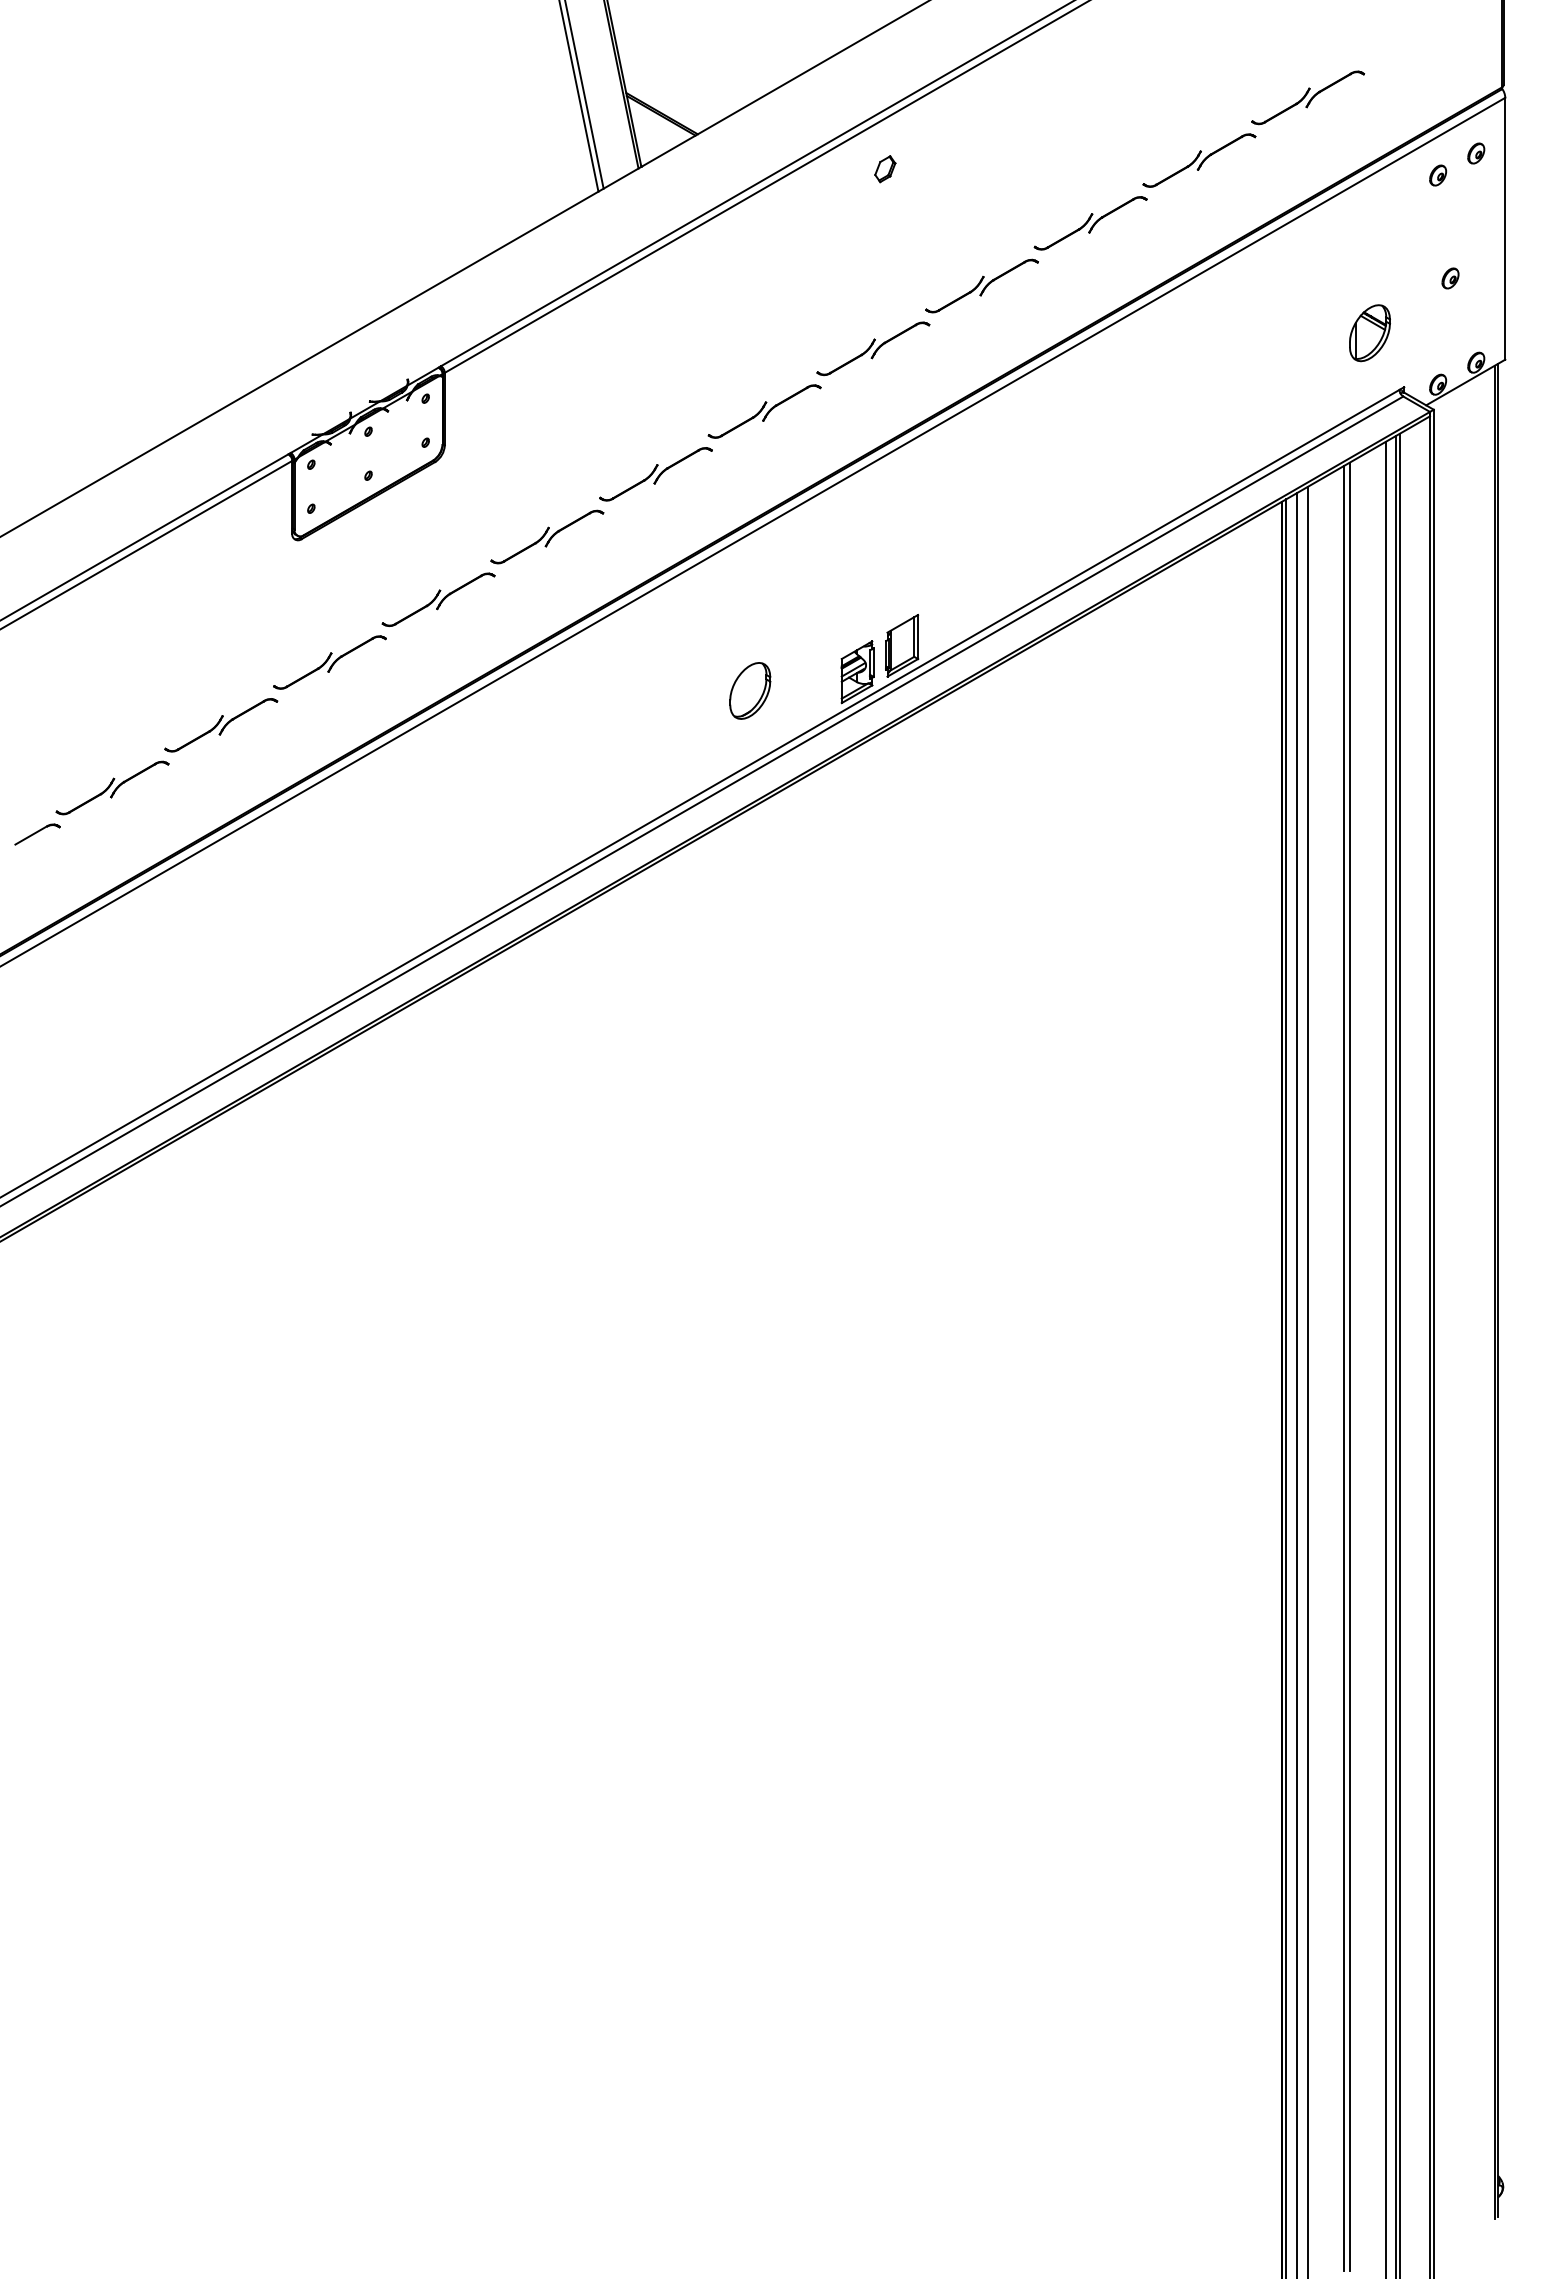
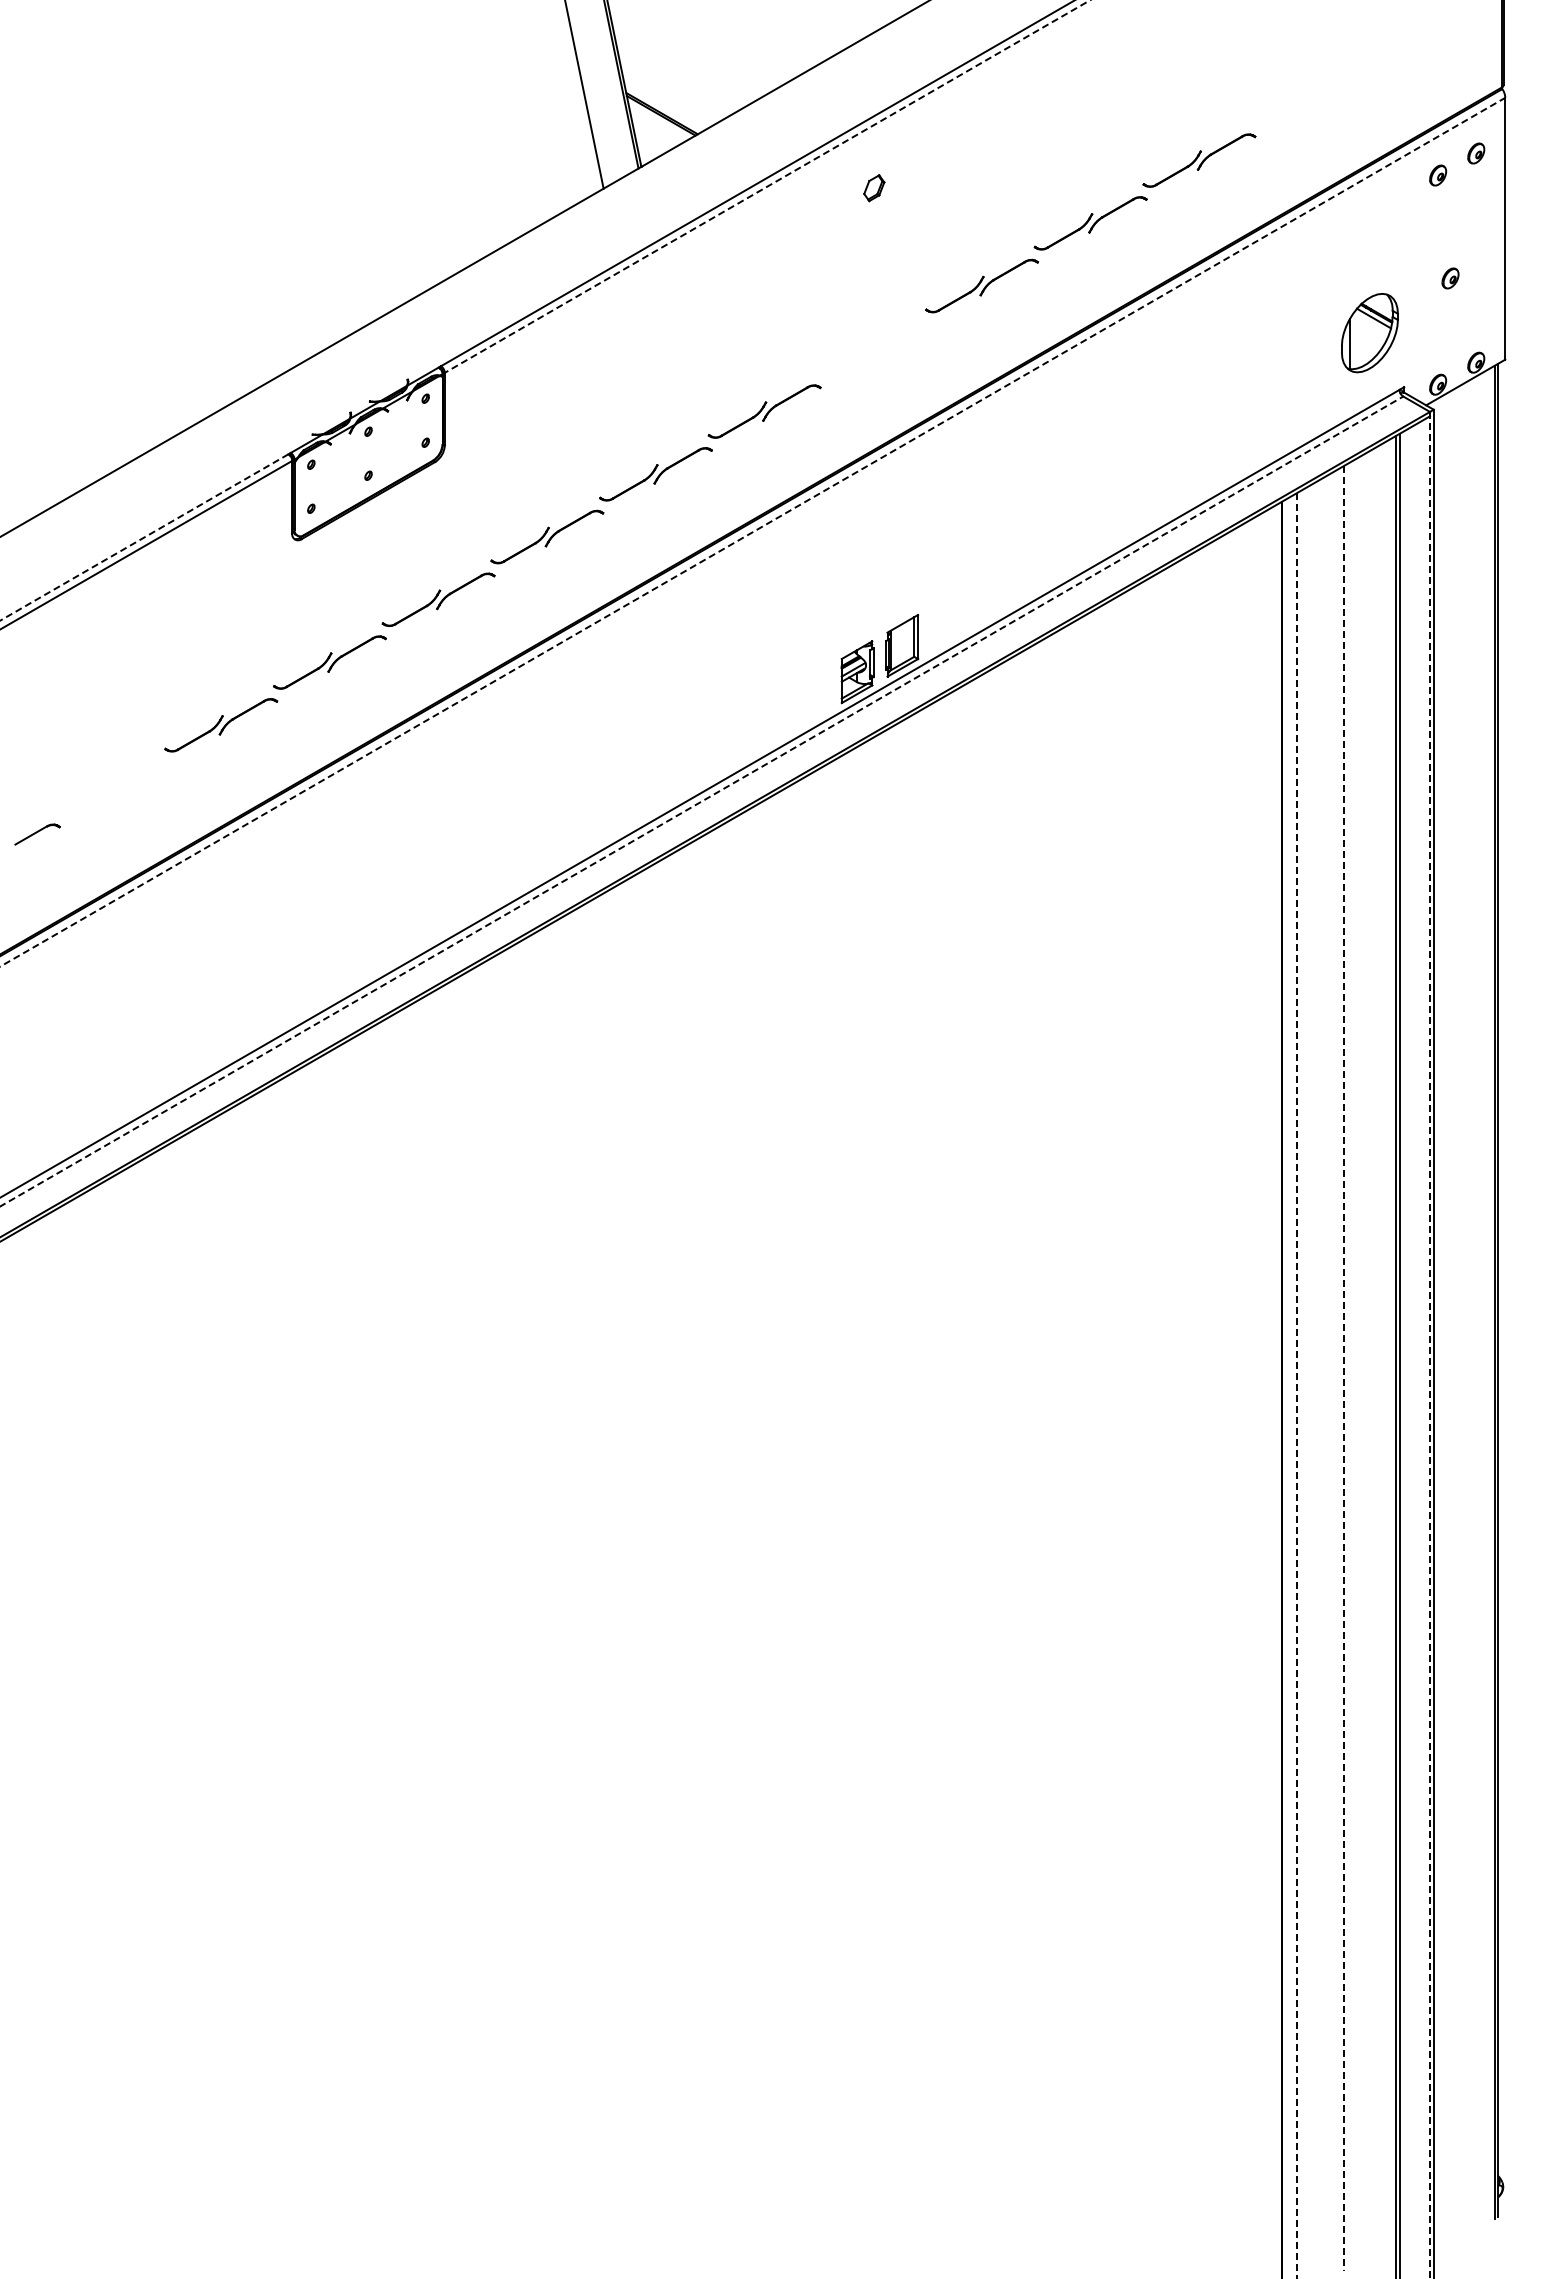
line at (578, 96): present -> none
part at (1308, 97): present -> none
part at (885, 169) position: (885, 169) -> (874, 188)
line at (766, 186): solid -> dashed
part at (1369, 333) size: 42x59 px -> 58x81 px
part at (873, 348): present -> none
line at (752, 532): solid -> dashed
line at (143, 537): solid -> dashed
part at (750, 690): present -> none
part at (112, 787): present -> none
line at (701, 801): solid -> dashed
line at (1429, 1344): solid -> dashed
line at (1386, 1358): present -> none
line at (1349, 1366): present -> none
line at (1344, 1368): solid -> dashed
line at (1307, 1380): present -> none
line at (1296, 1386): solid -> dashed
line at (1286, 1387): present -> none
